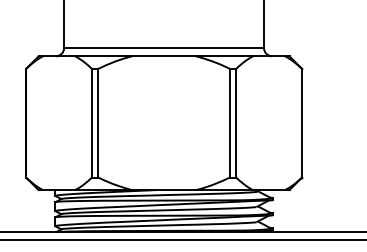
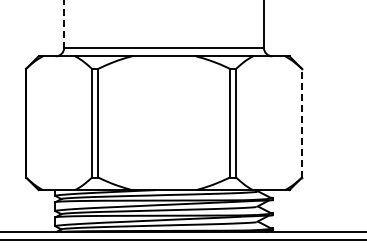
line at (64, 24): solid -> dashed
line at (302, 122): solid -> dashed
